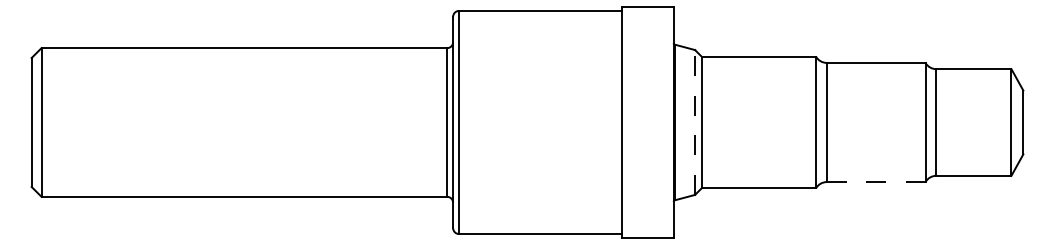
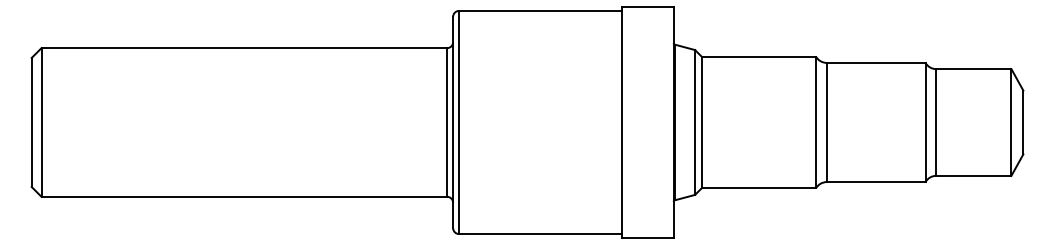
line at (695, 122): dashed -> solid
line at (876, 182): dashed -> solid
